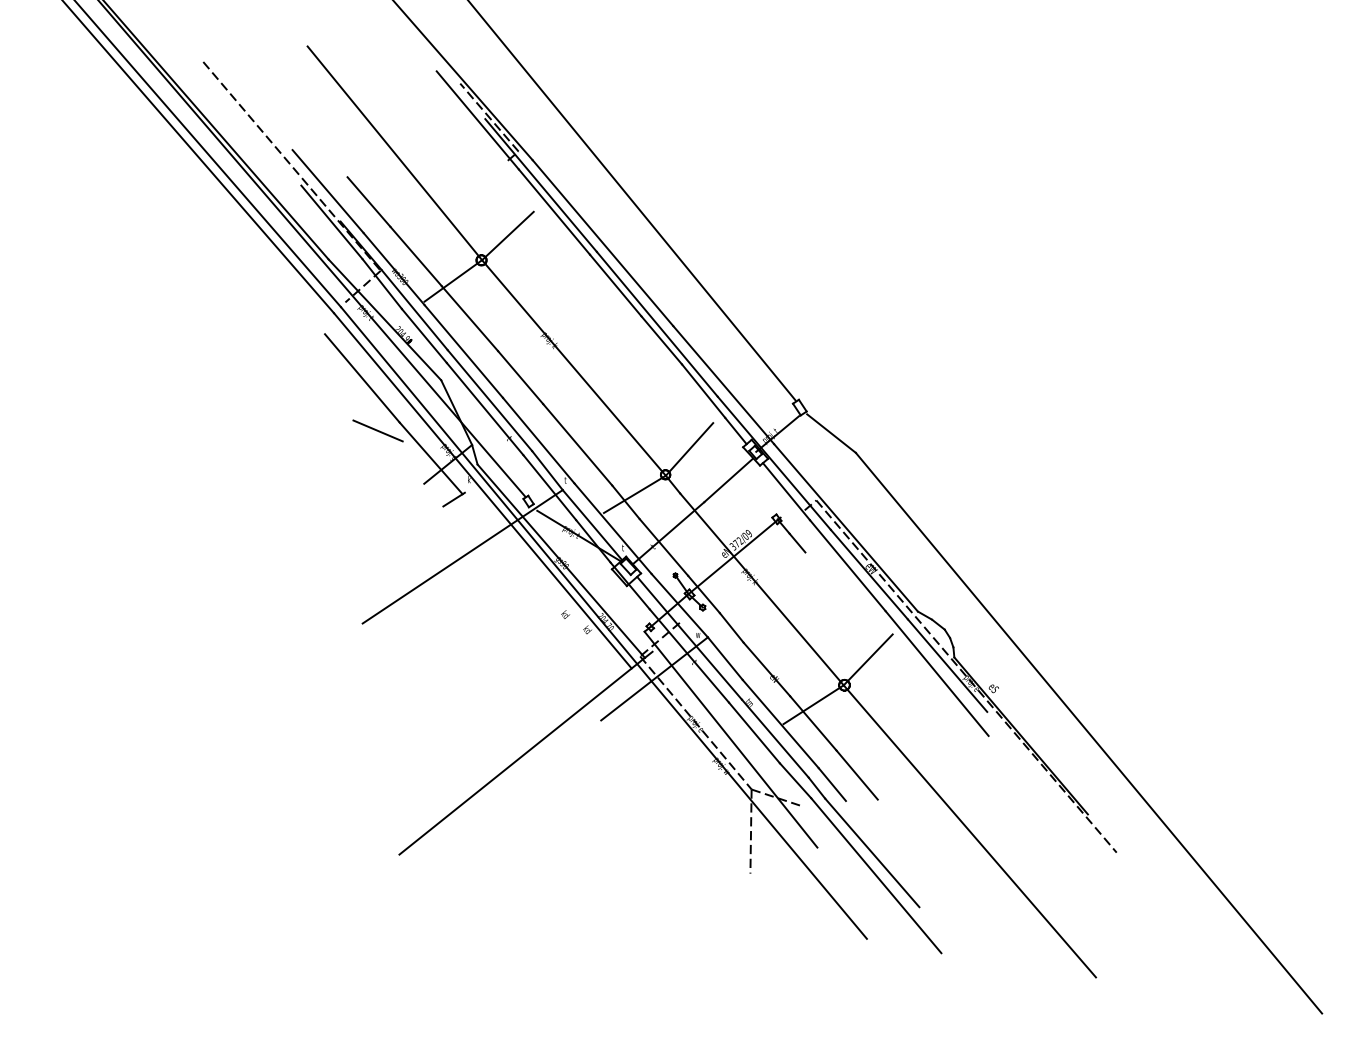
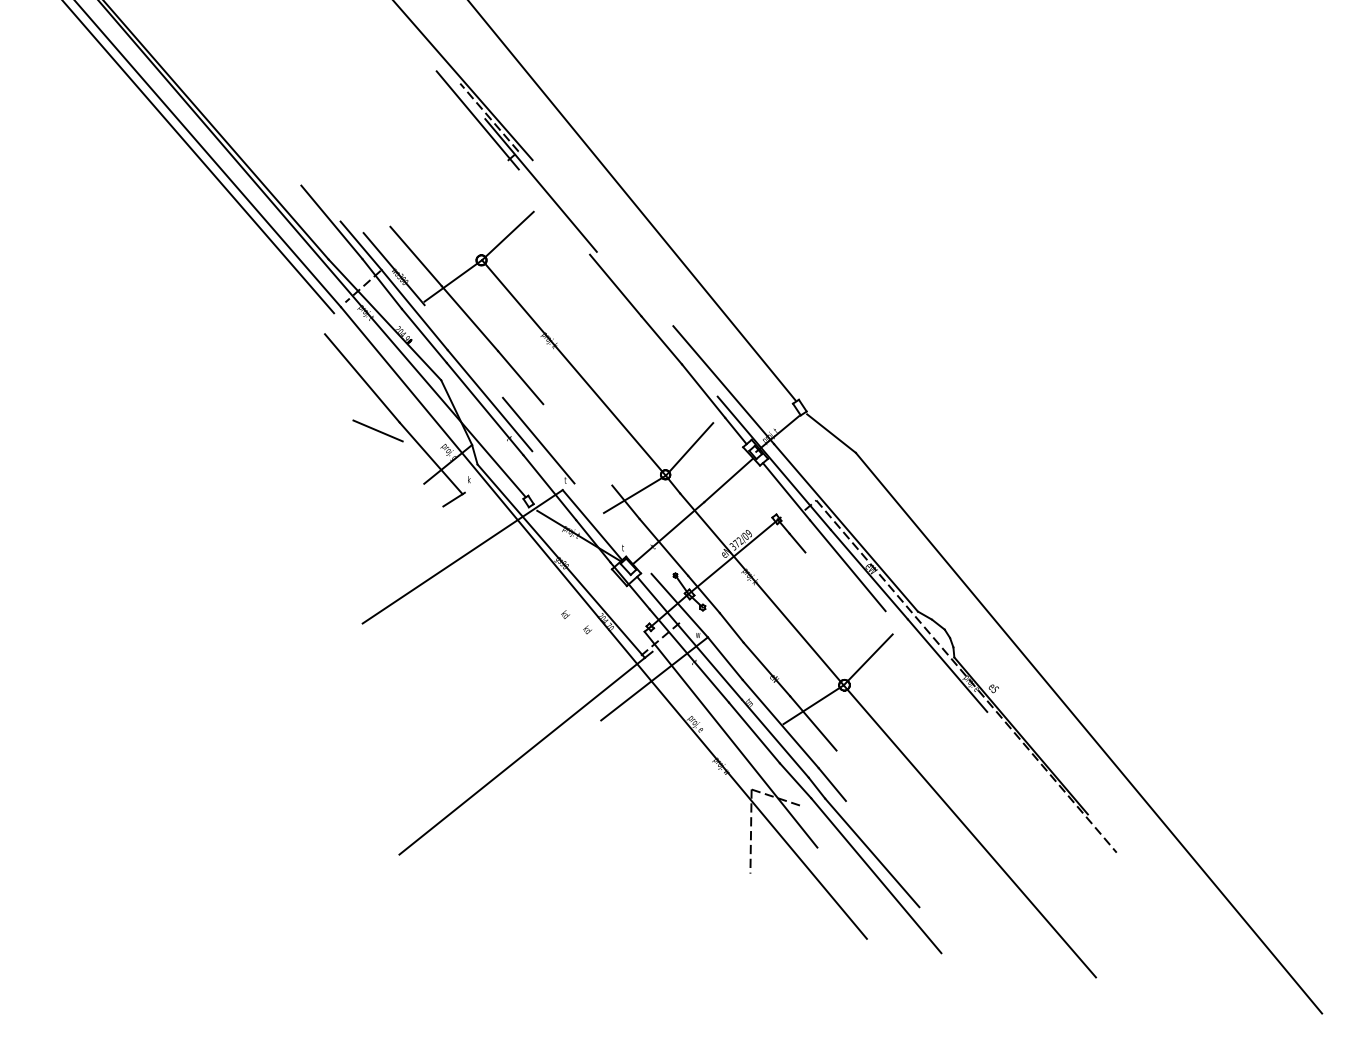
line at (394, 153): present -> none
line at (291, 166): present -> none
line at (327, 191): present -> none
line at (368, 201): present -> none
line at (554, 211): present -> none
line at (602, 243): present -> none
line at (656, 323): present -> none
line at (463, 351): present -> none
line at (577, 444): present -> none
line at (547, 470): present -> none
line at (482, 490): present -> none
line at (612, 528): present -> none
line at (936, 673): present -> none
line at (695, 722): present -> none
line at (856, 774): present -> none
